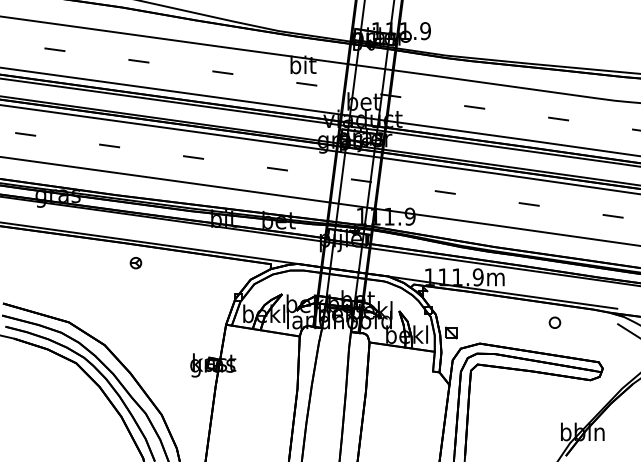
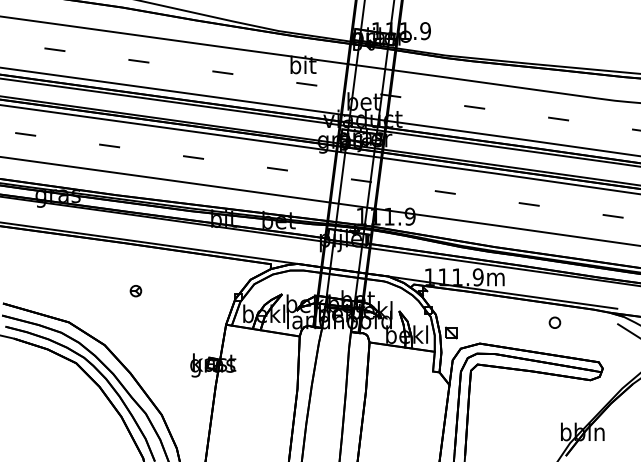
part at (135, 263) position: (135, 263) -> (135, 291)
